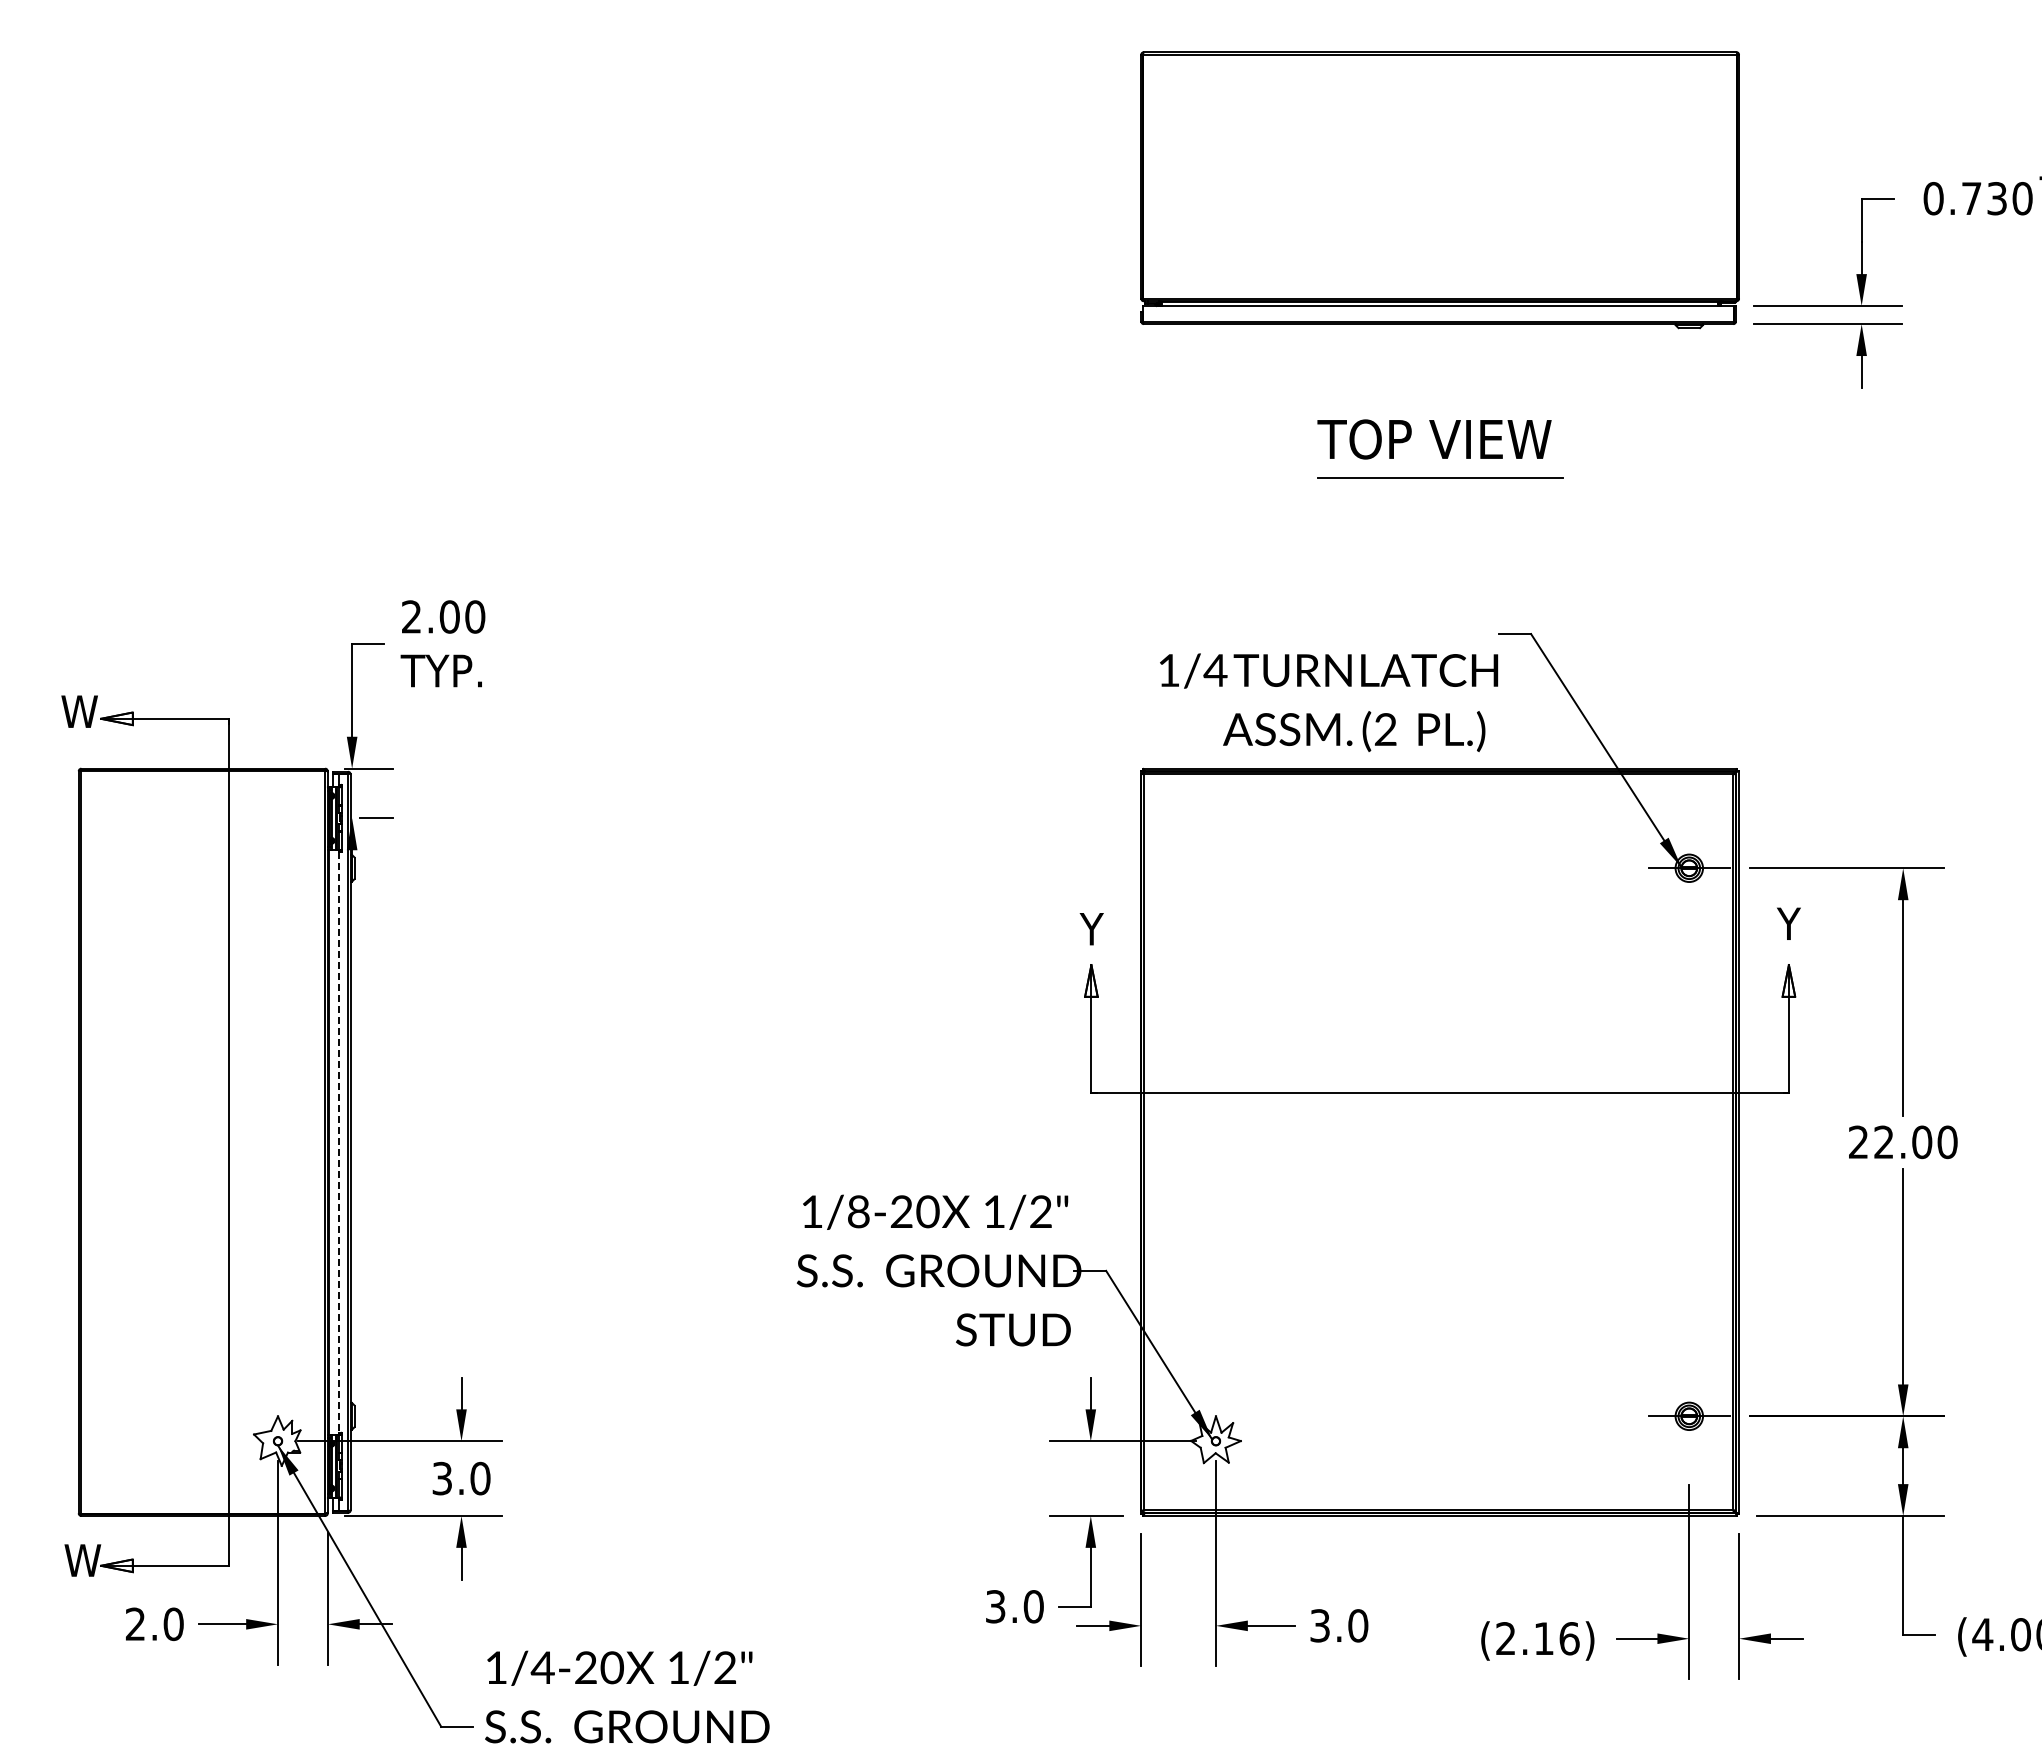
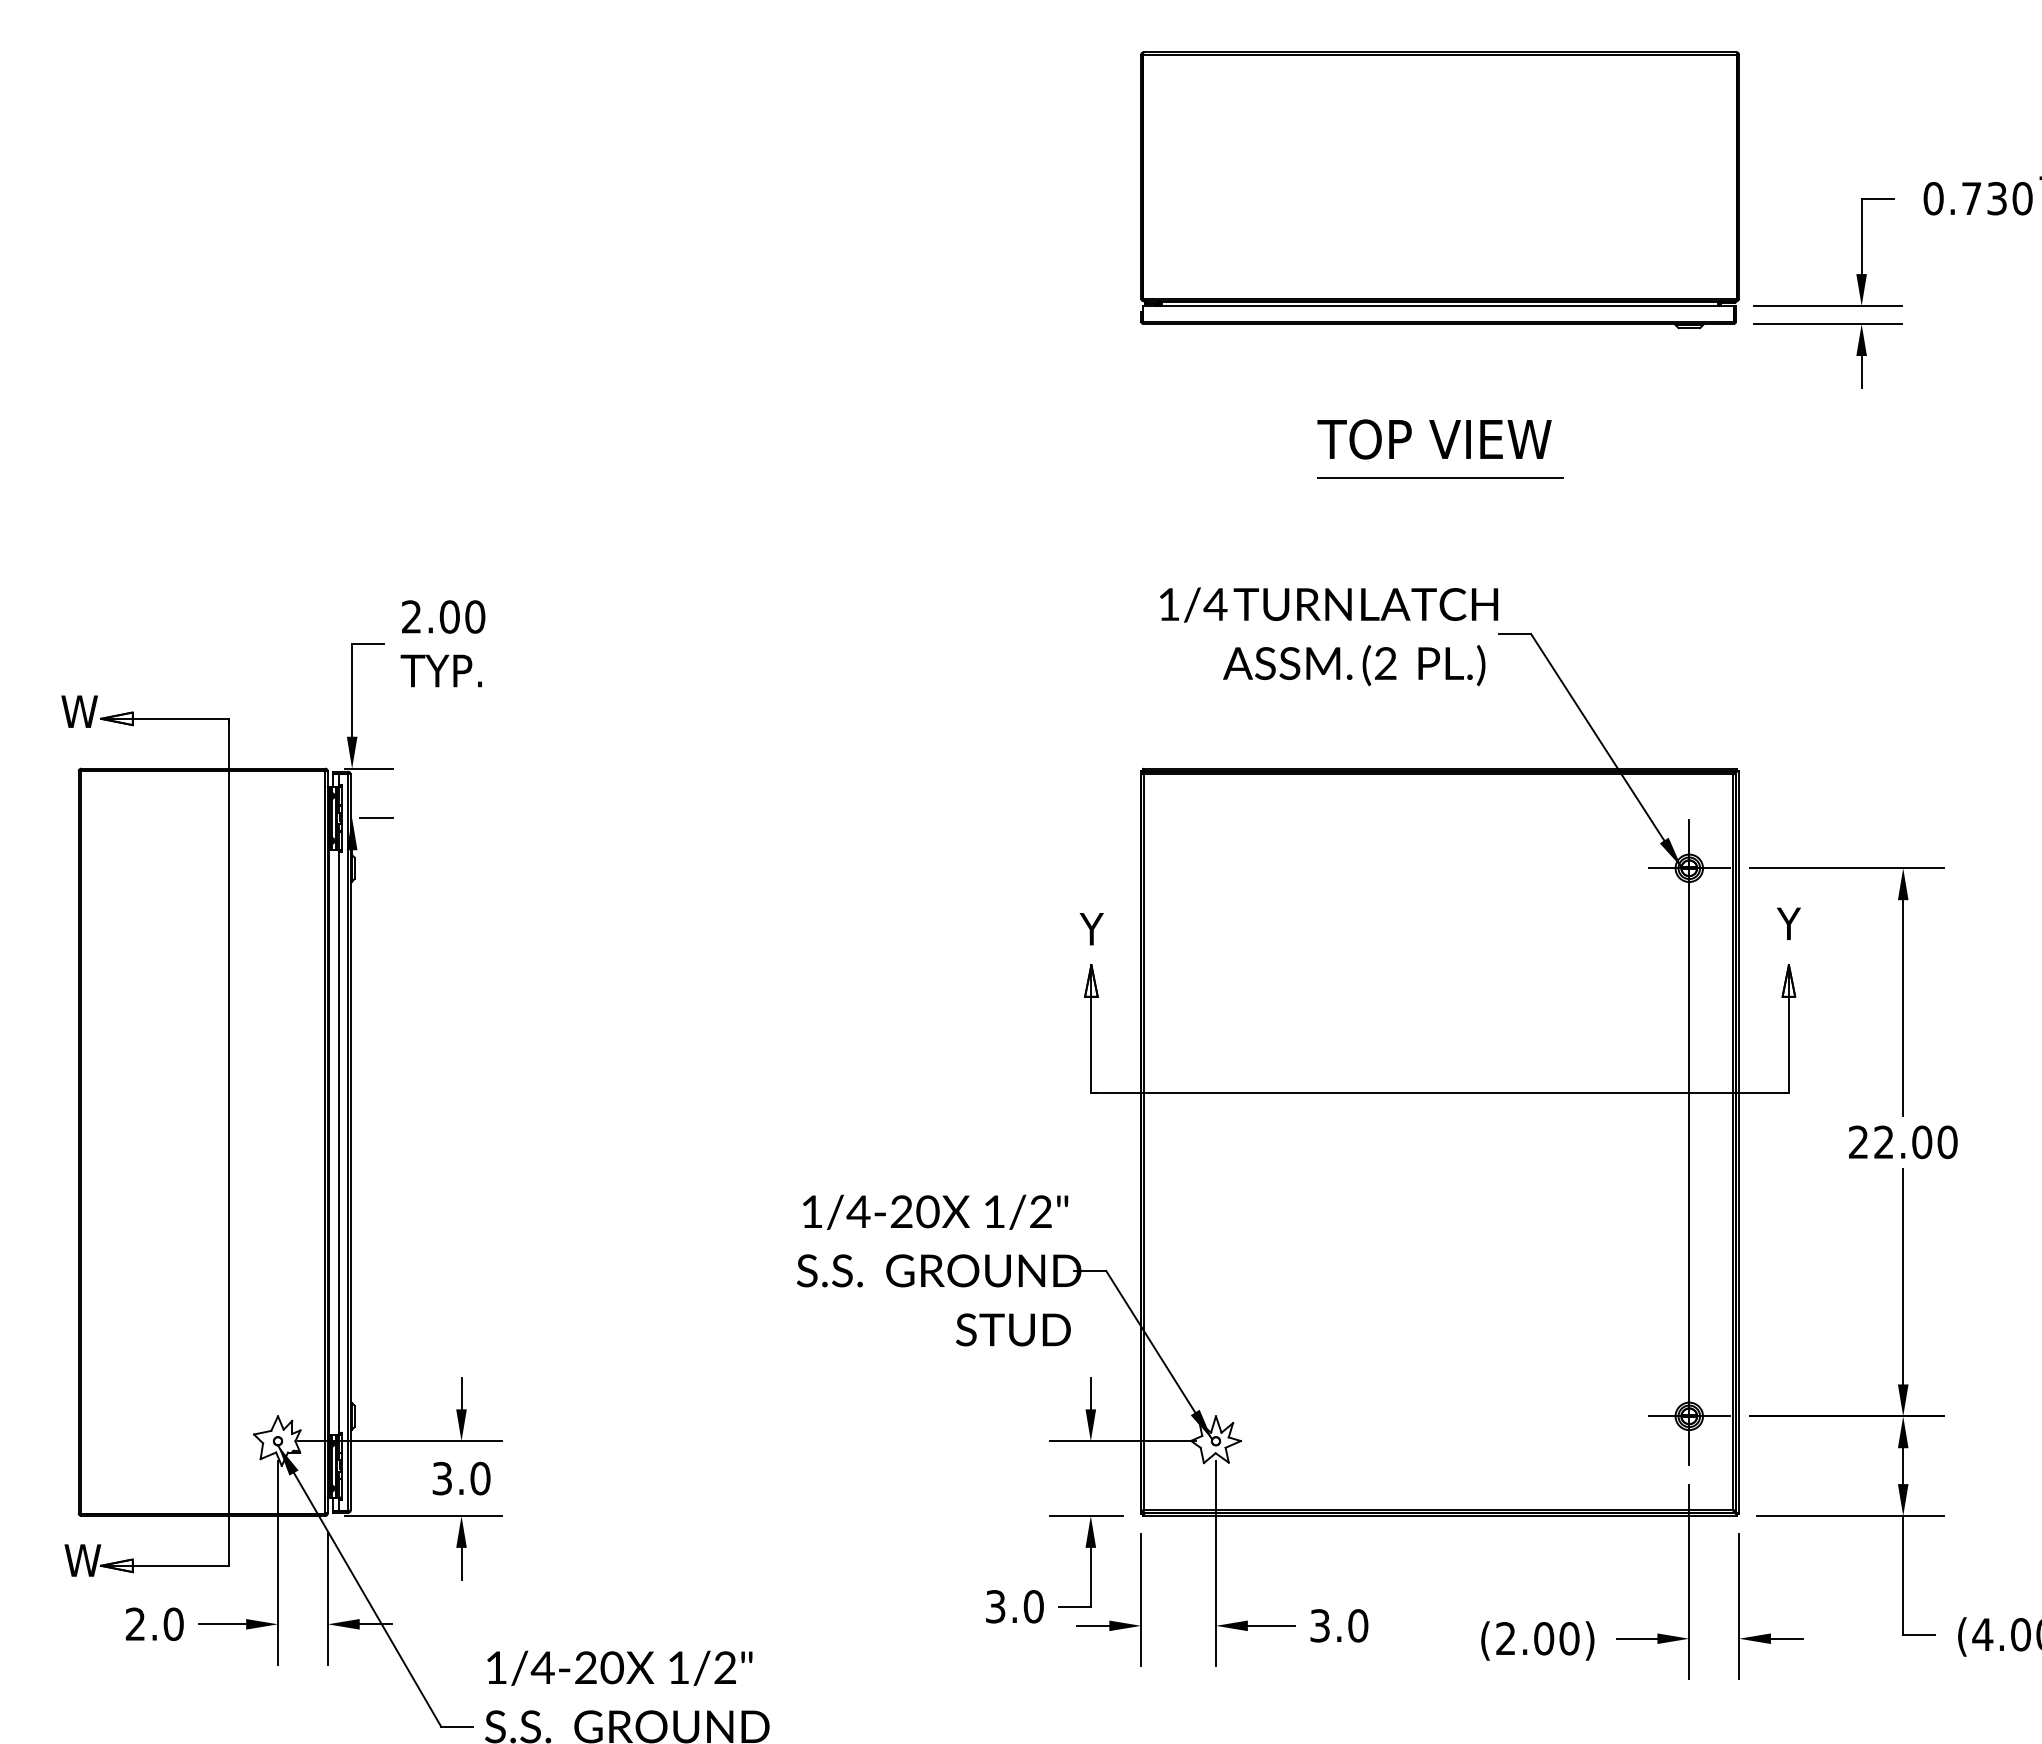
text at (1329, 702) position: (1329, 702) -> (1329, 636)
line at (1689, 1141): none -> present
line at (338, 1142): dashed -> solid
text at (858, 1211): 1/8-20 -> 1/4-20
text at (1556, 1638): (2.16) -> (2.00)
